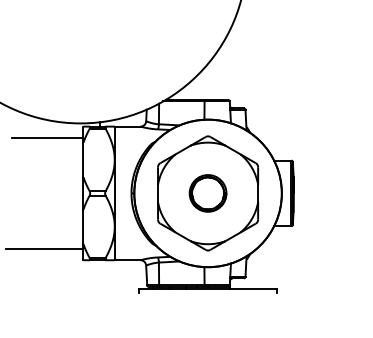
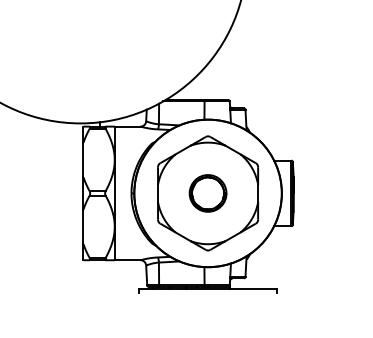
line at (47, 137): present -> none
line at (44, 248): present -> none
